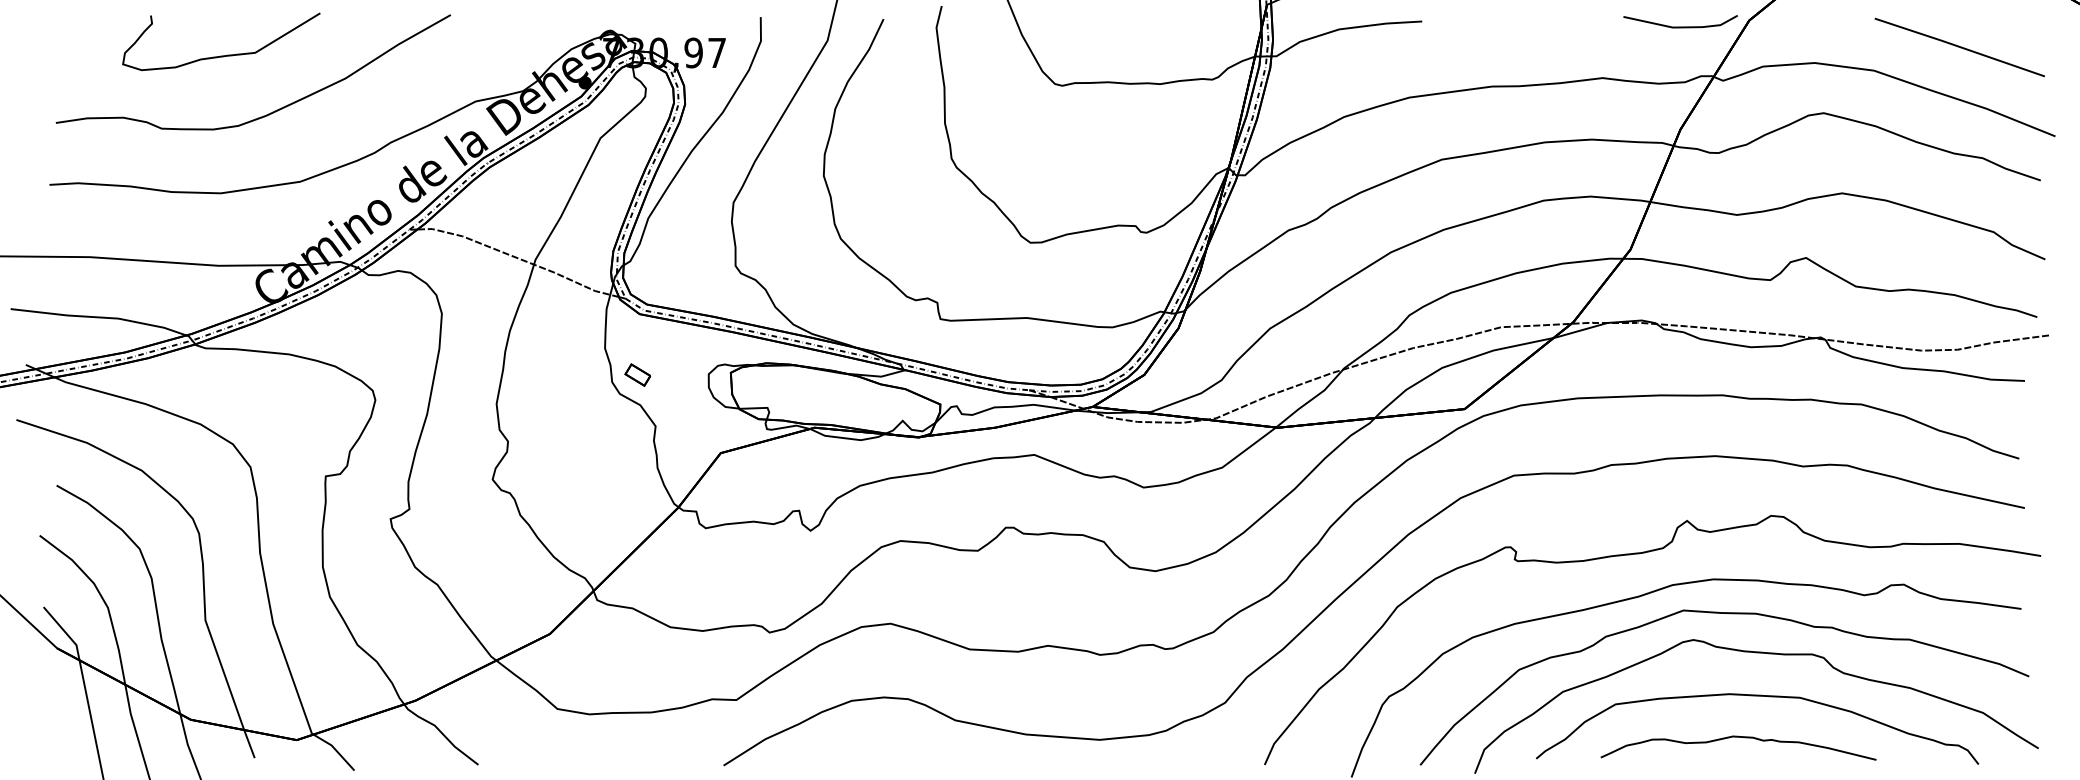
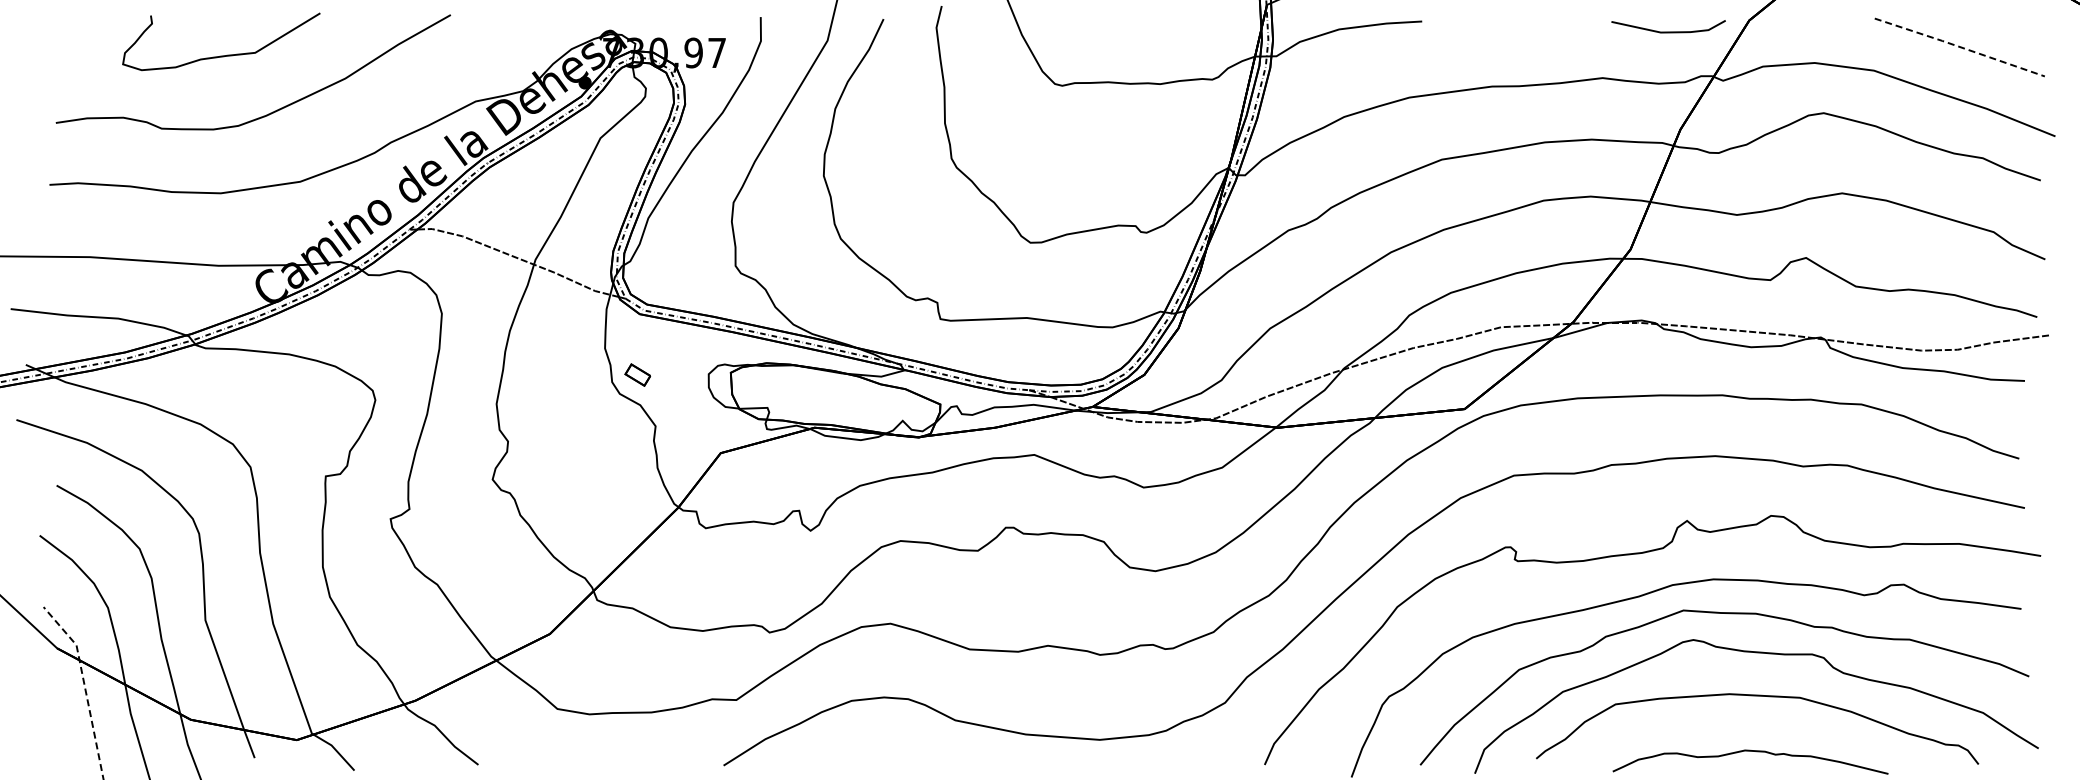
line at (1680, 26) position: (1680, 26) -> (1668, 31)
line at (1959, 46): solid -> dashed
line at (84, 687): solid -> dashed
curve at (1738, 737) position: (1738, 737) -> (1750, 751)
